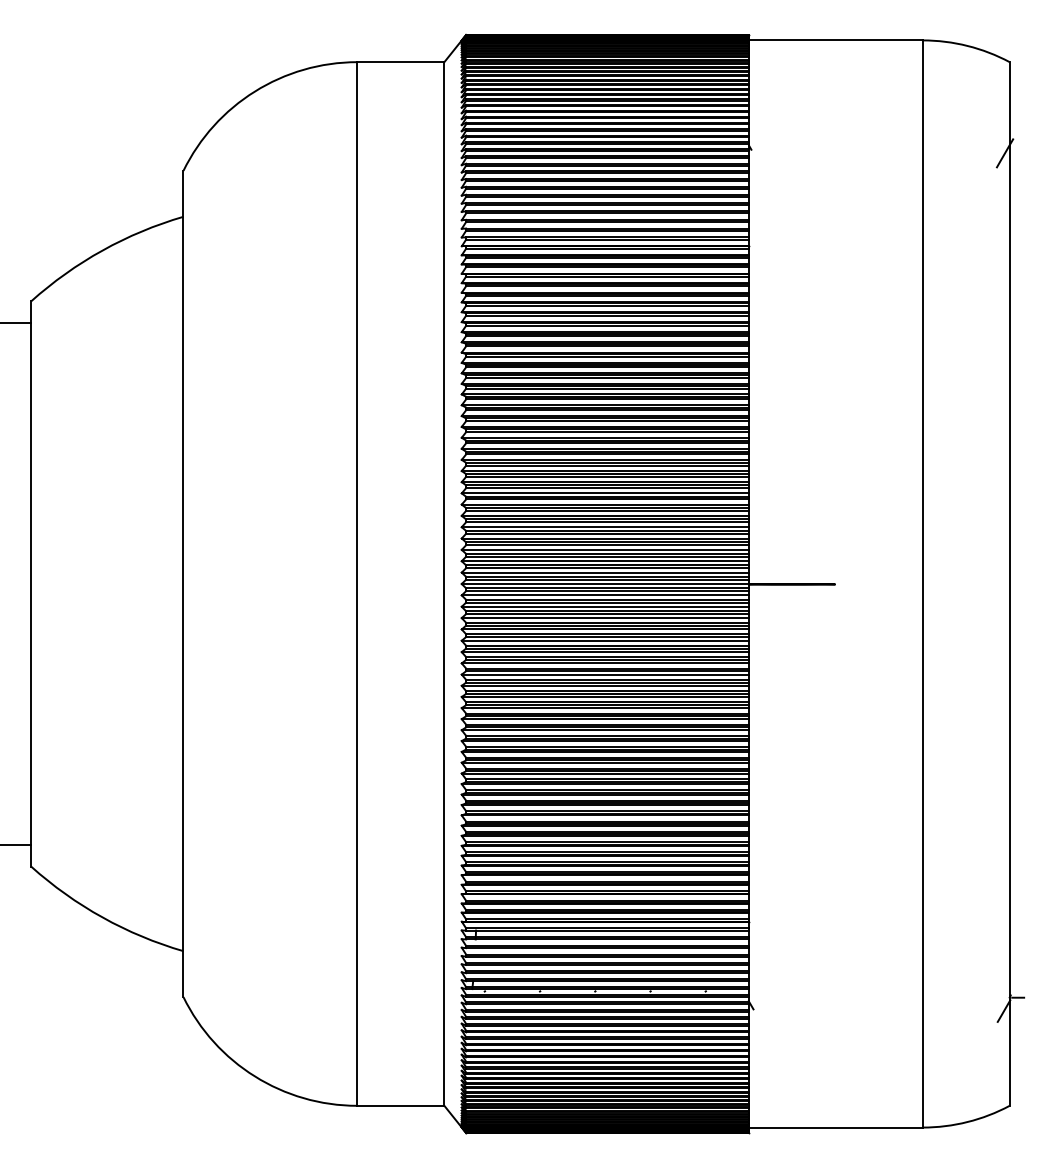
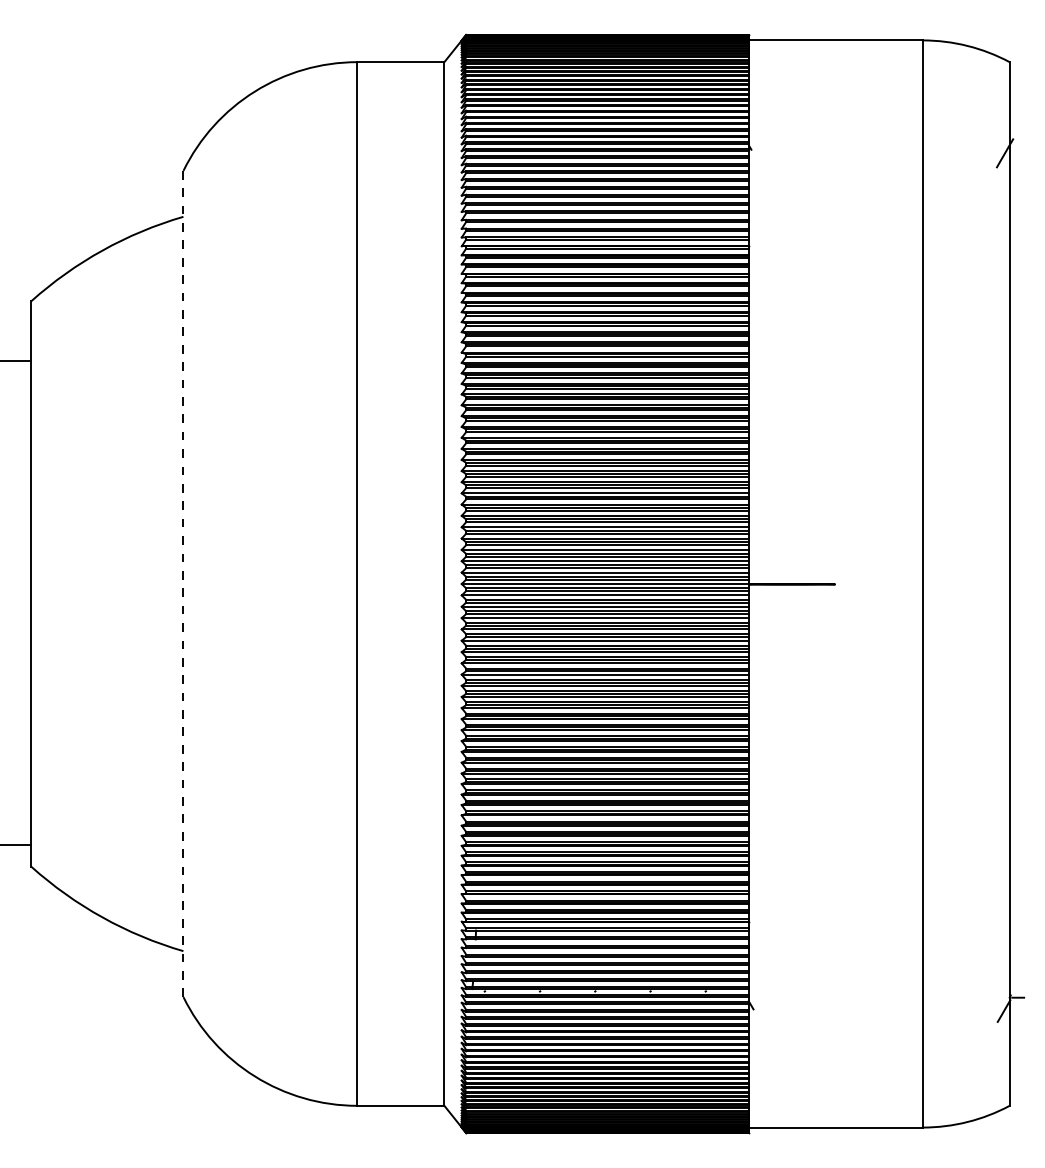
line at (16, 323) position: (16, 323) -> (16, 361)
line at (183, 583): solid -> dashed
